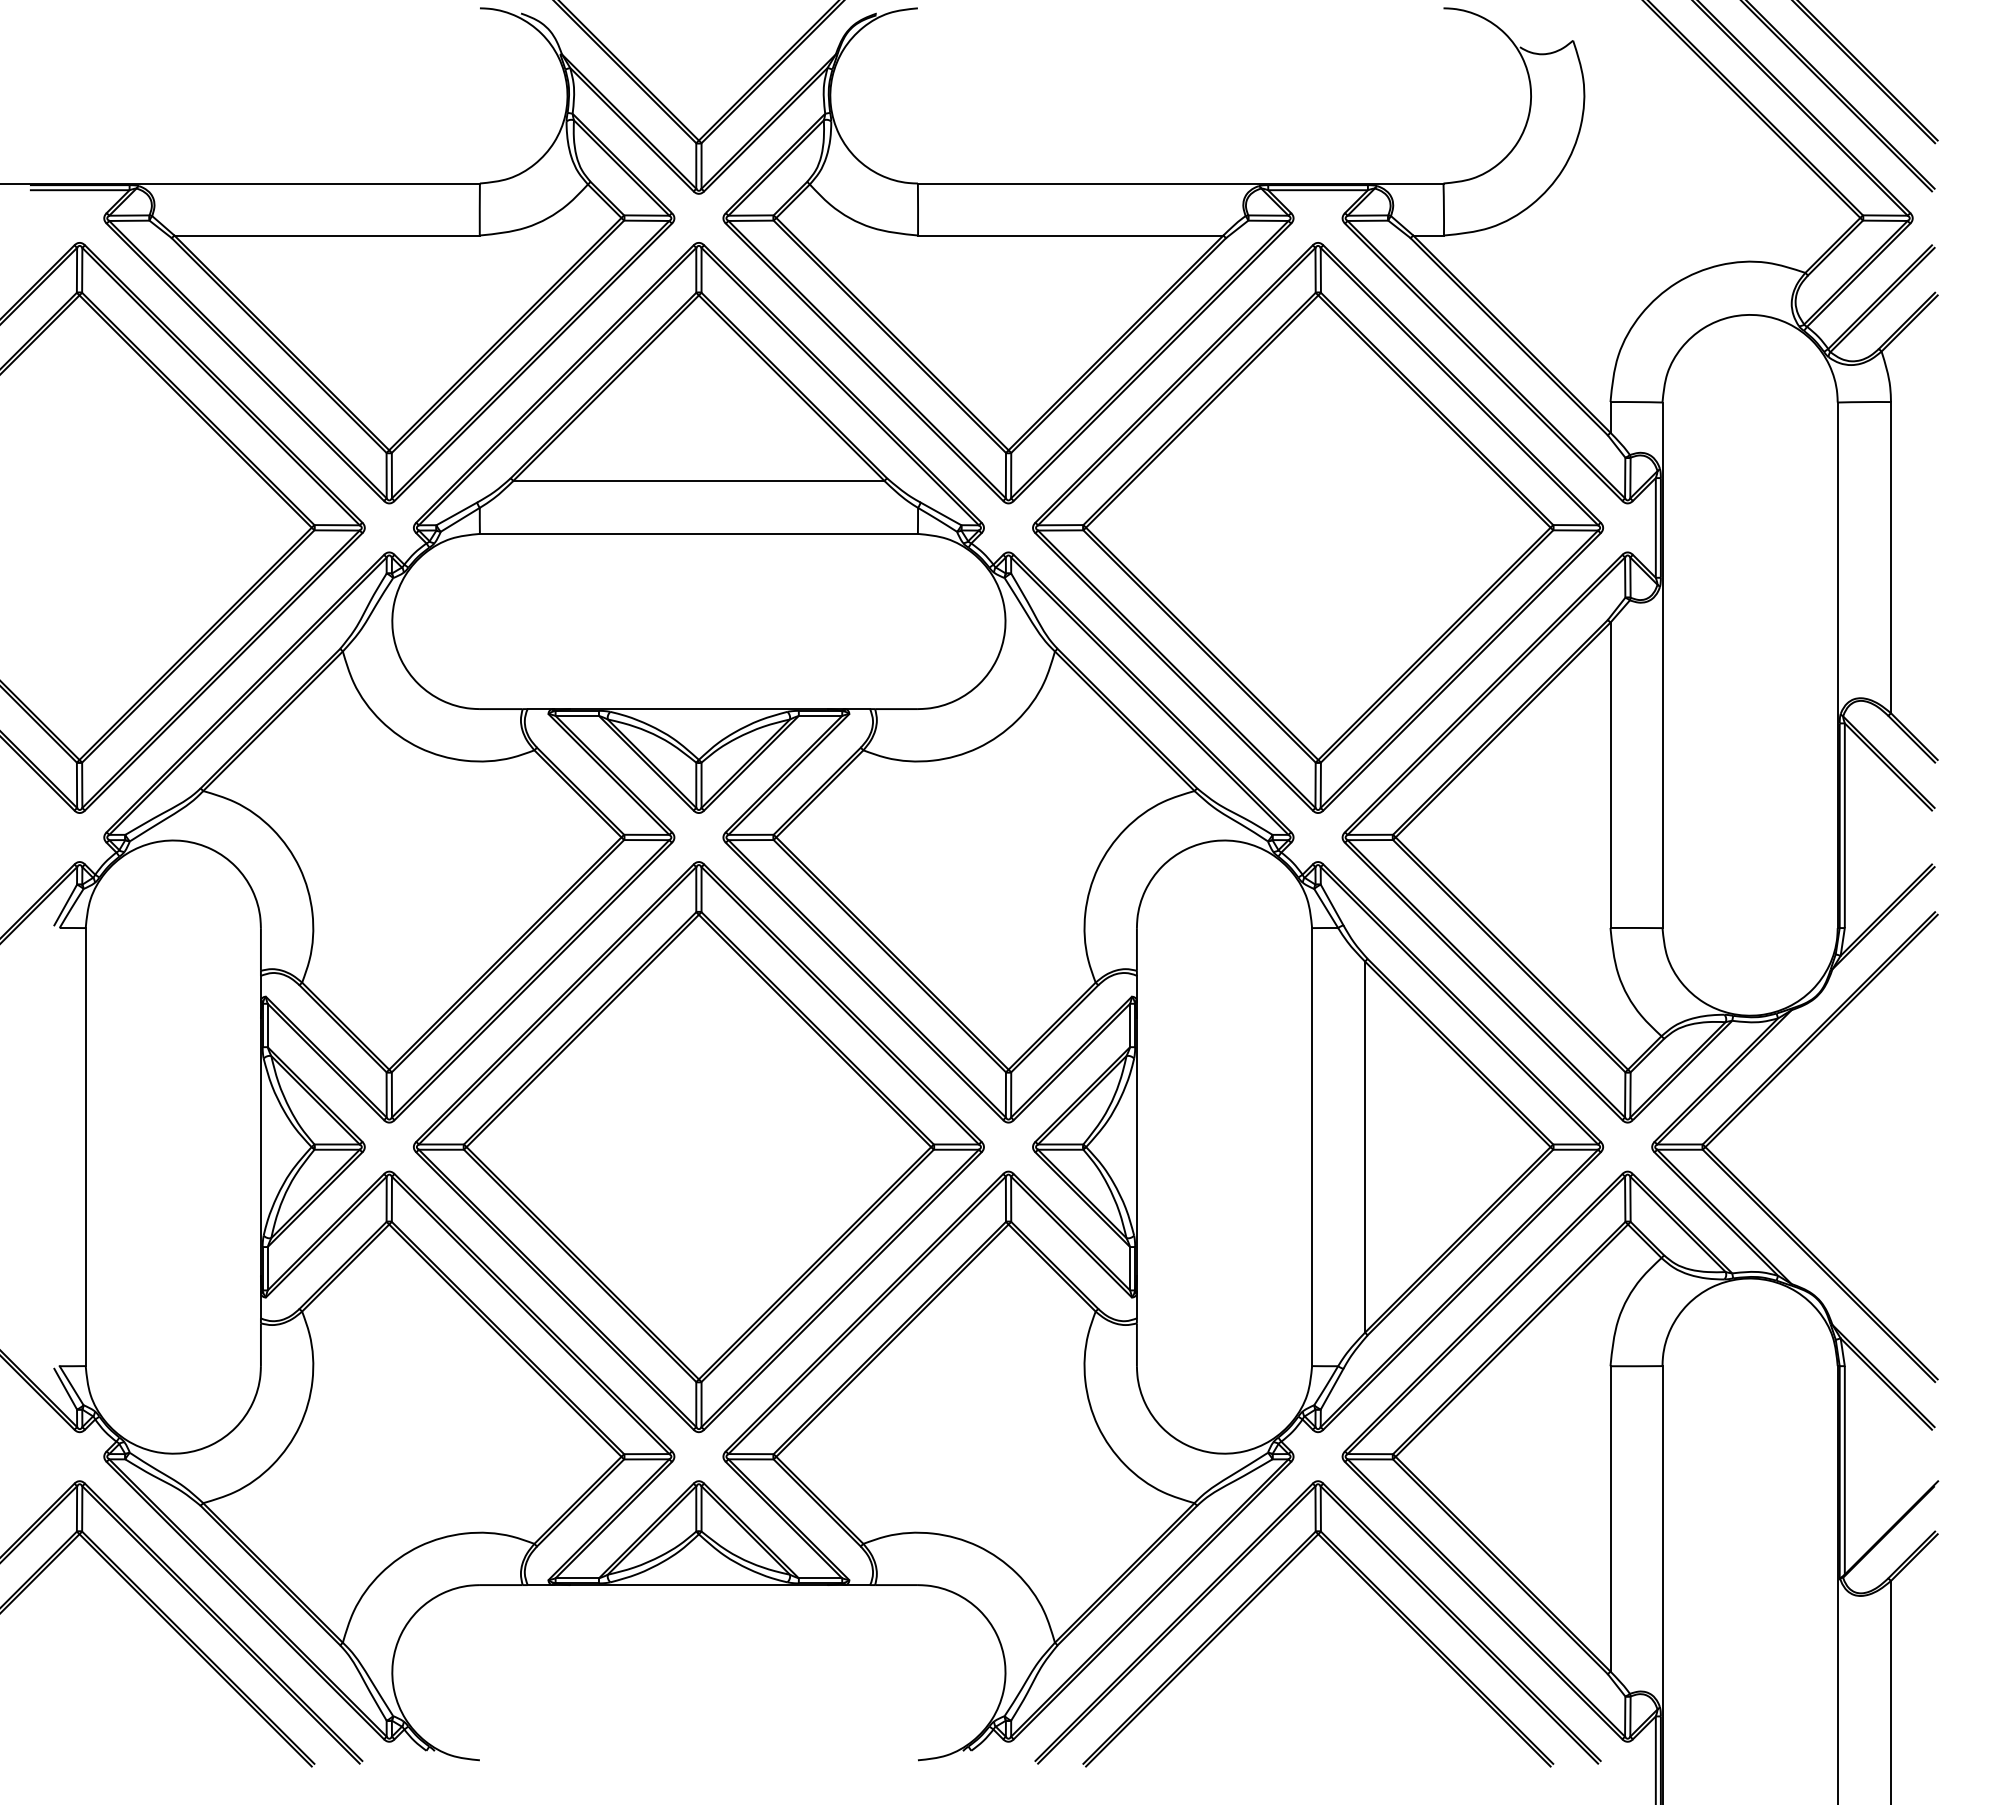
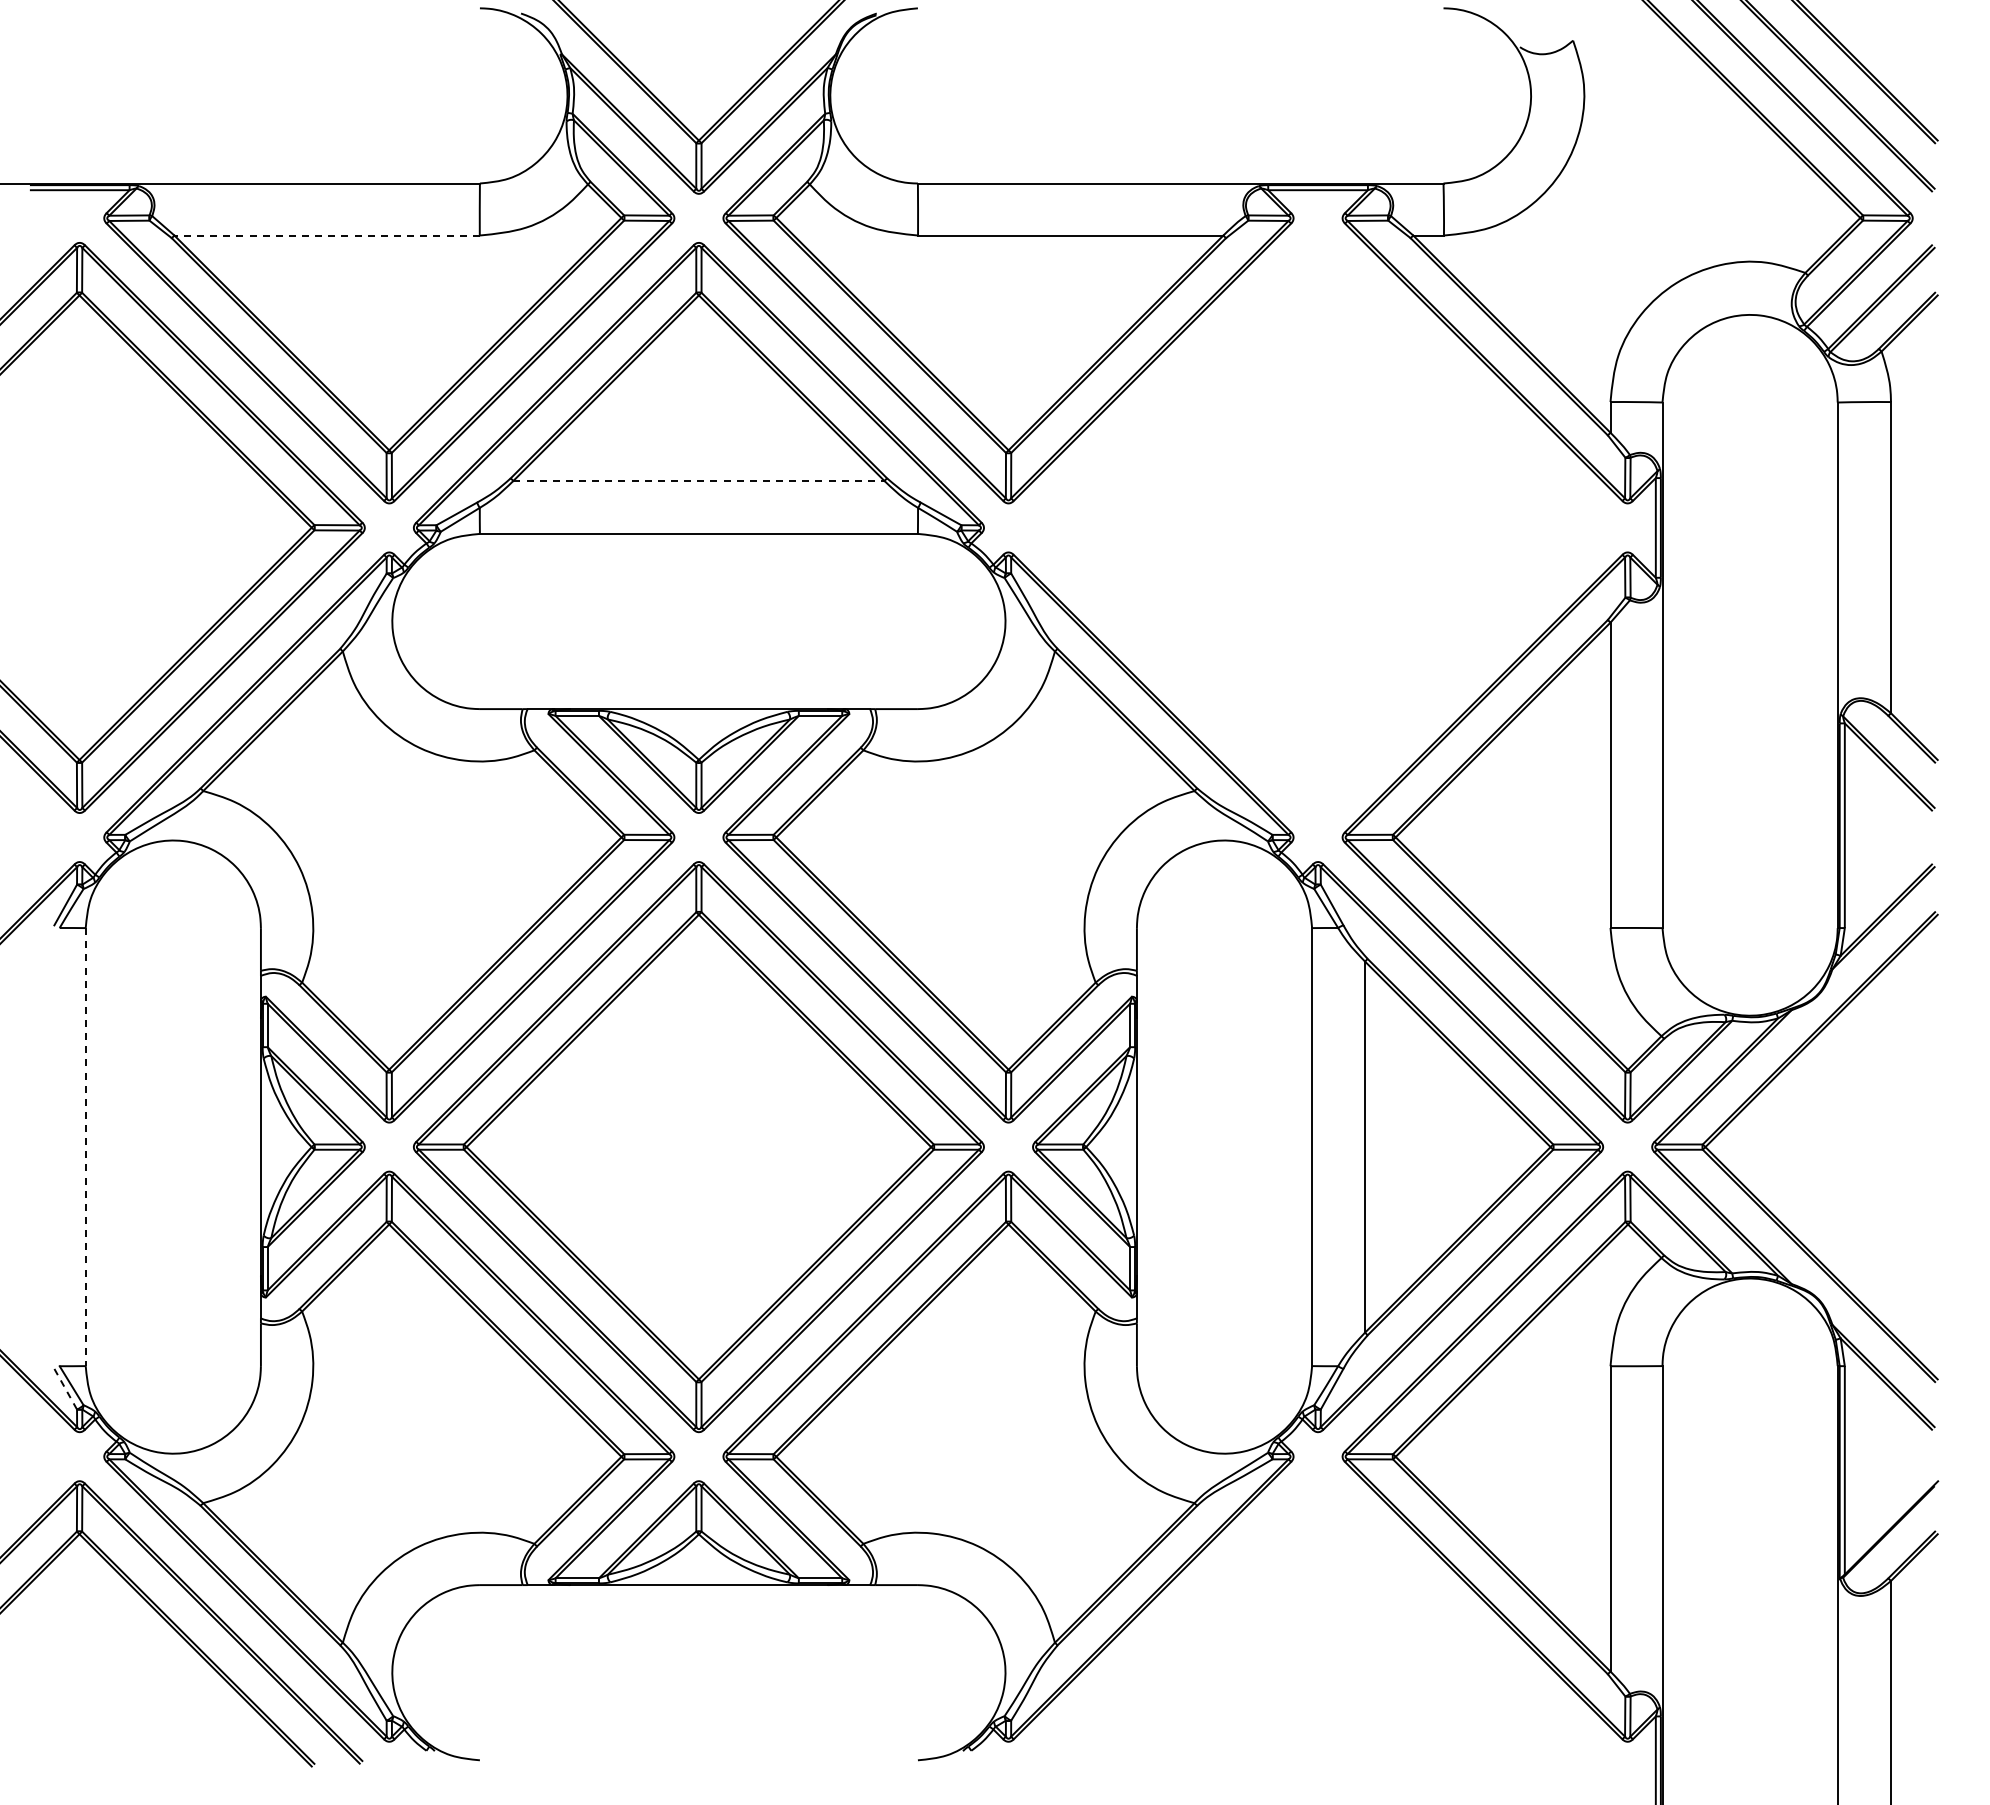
line at (327, 235): solid -> dashed
line at (698, 480): solid -> dashed
part at (1317, 527): present -> none
line at (85, 1147): solid -> dashed
line at (65, 1388): solid -> dashed
part at (1274, 1579): present -> none
